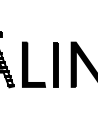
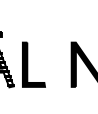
part at (55, 64): present -> none
